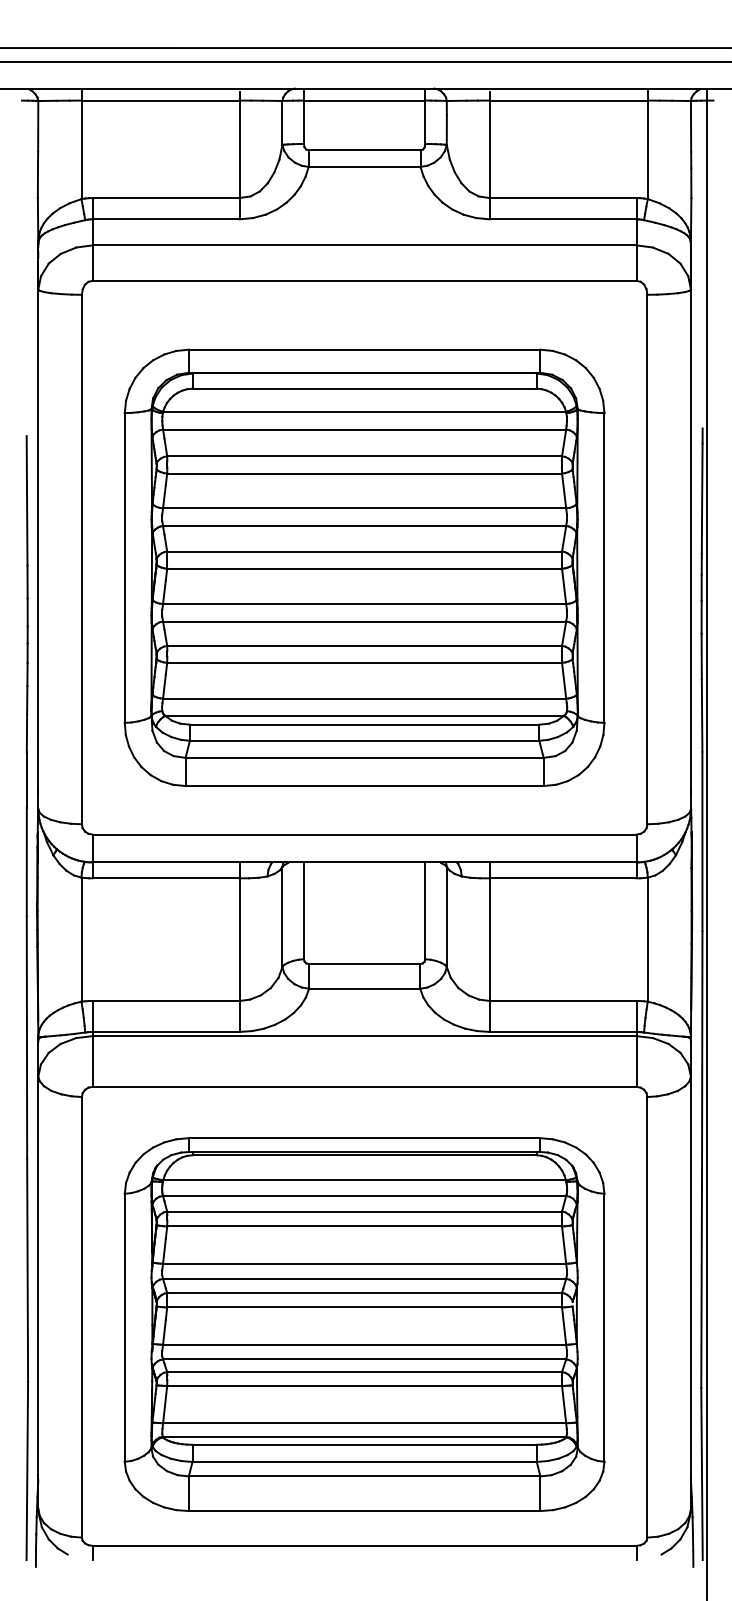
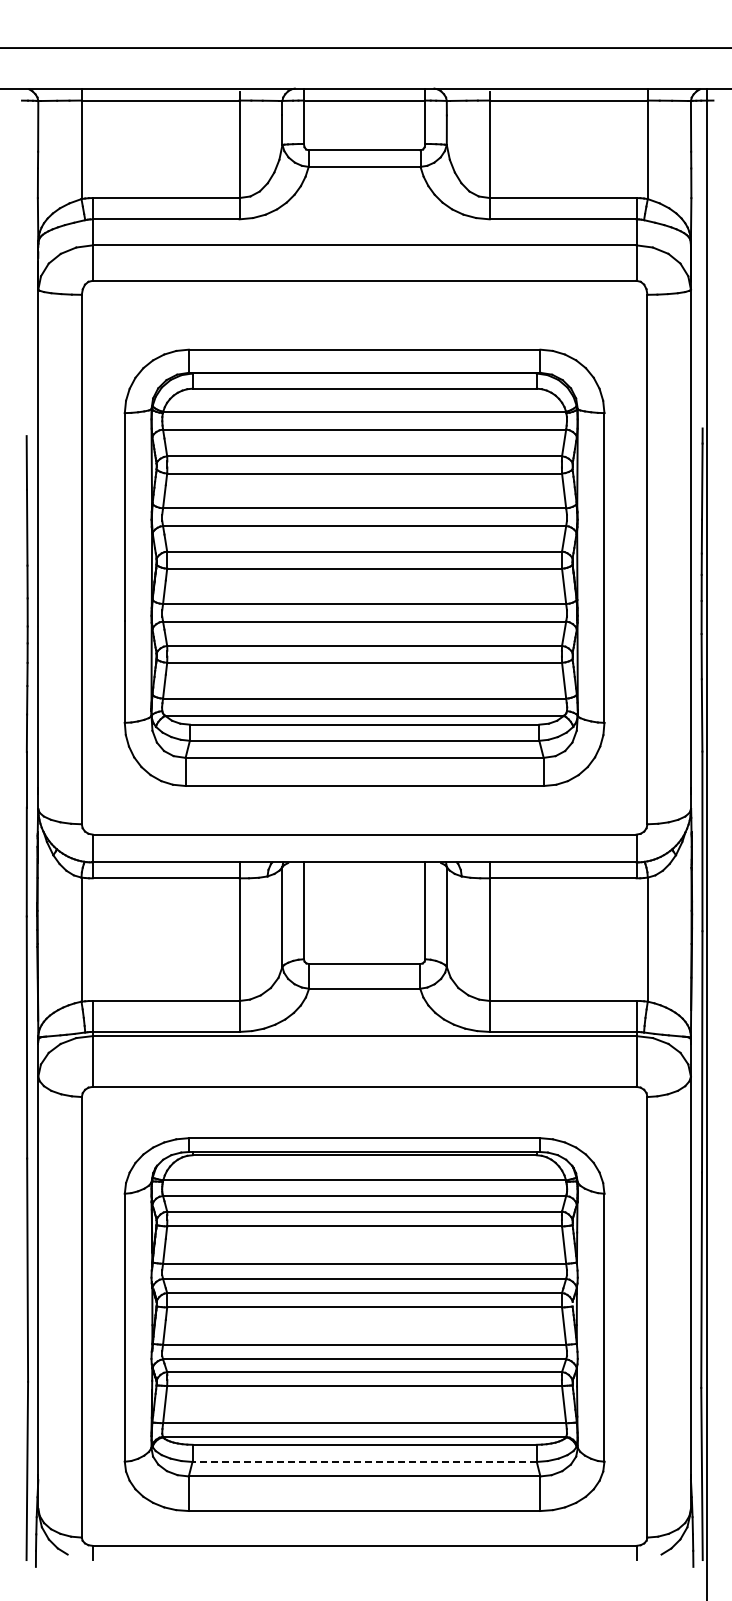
line at (365, 61): present -> none
line at (364, 1461): solid -> dashed
